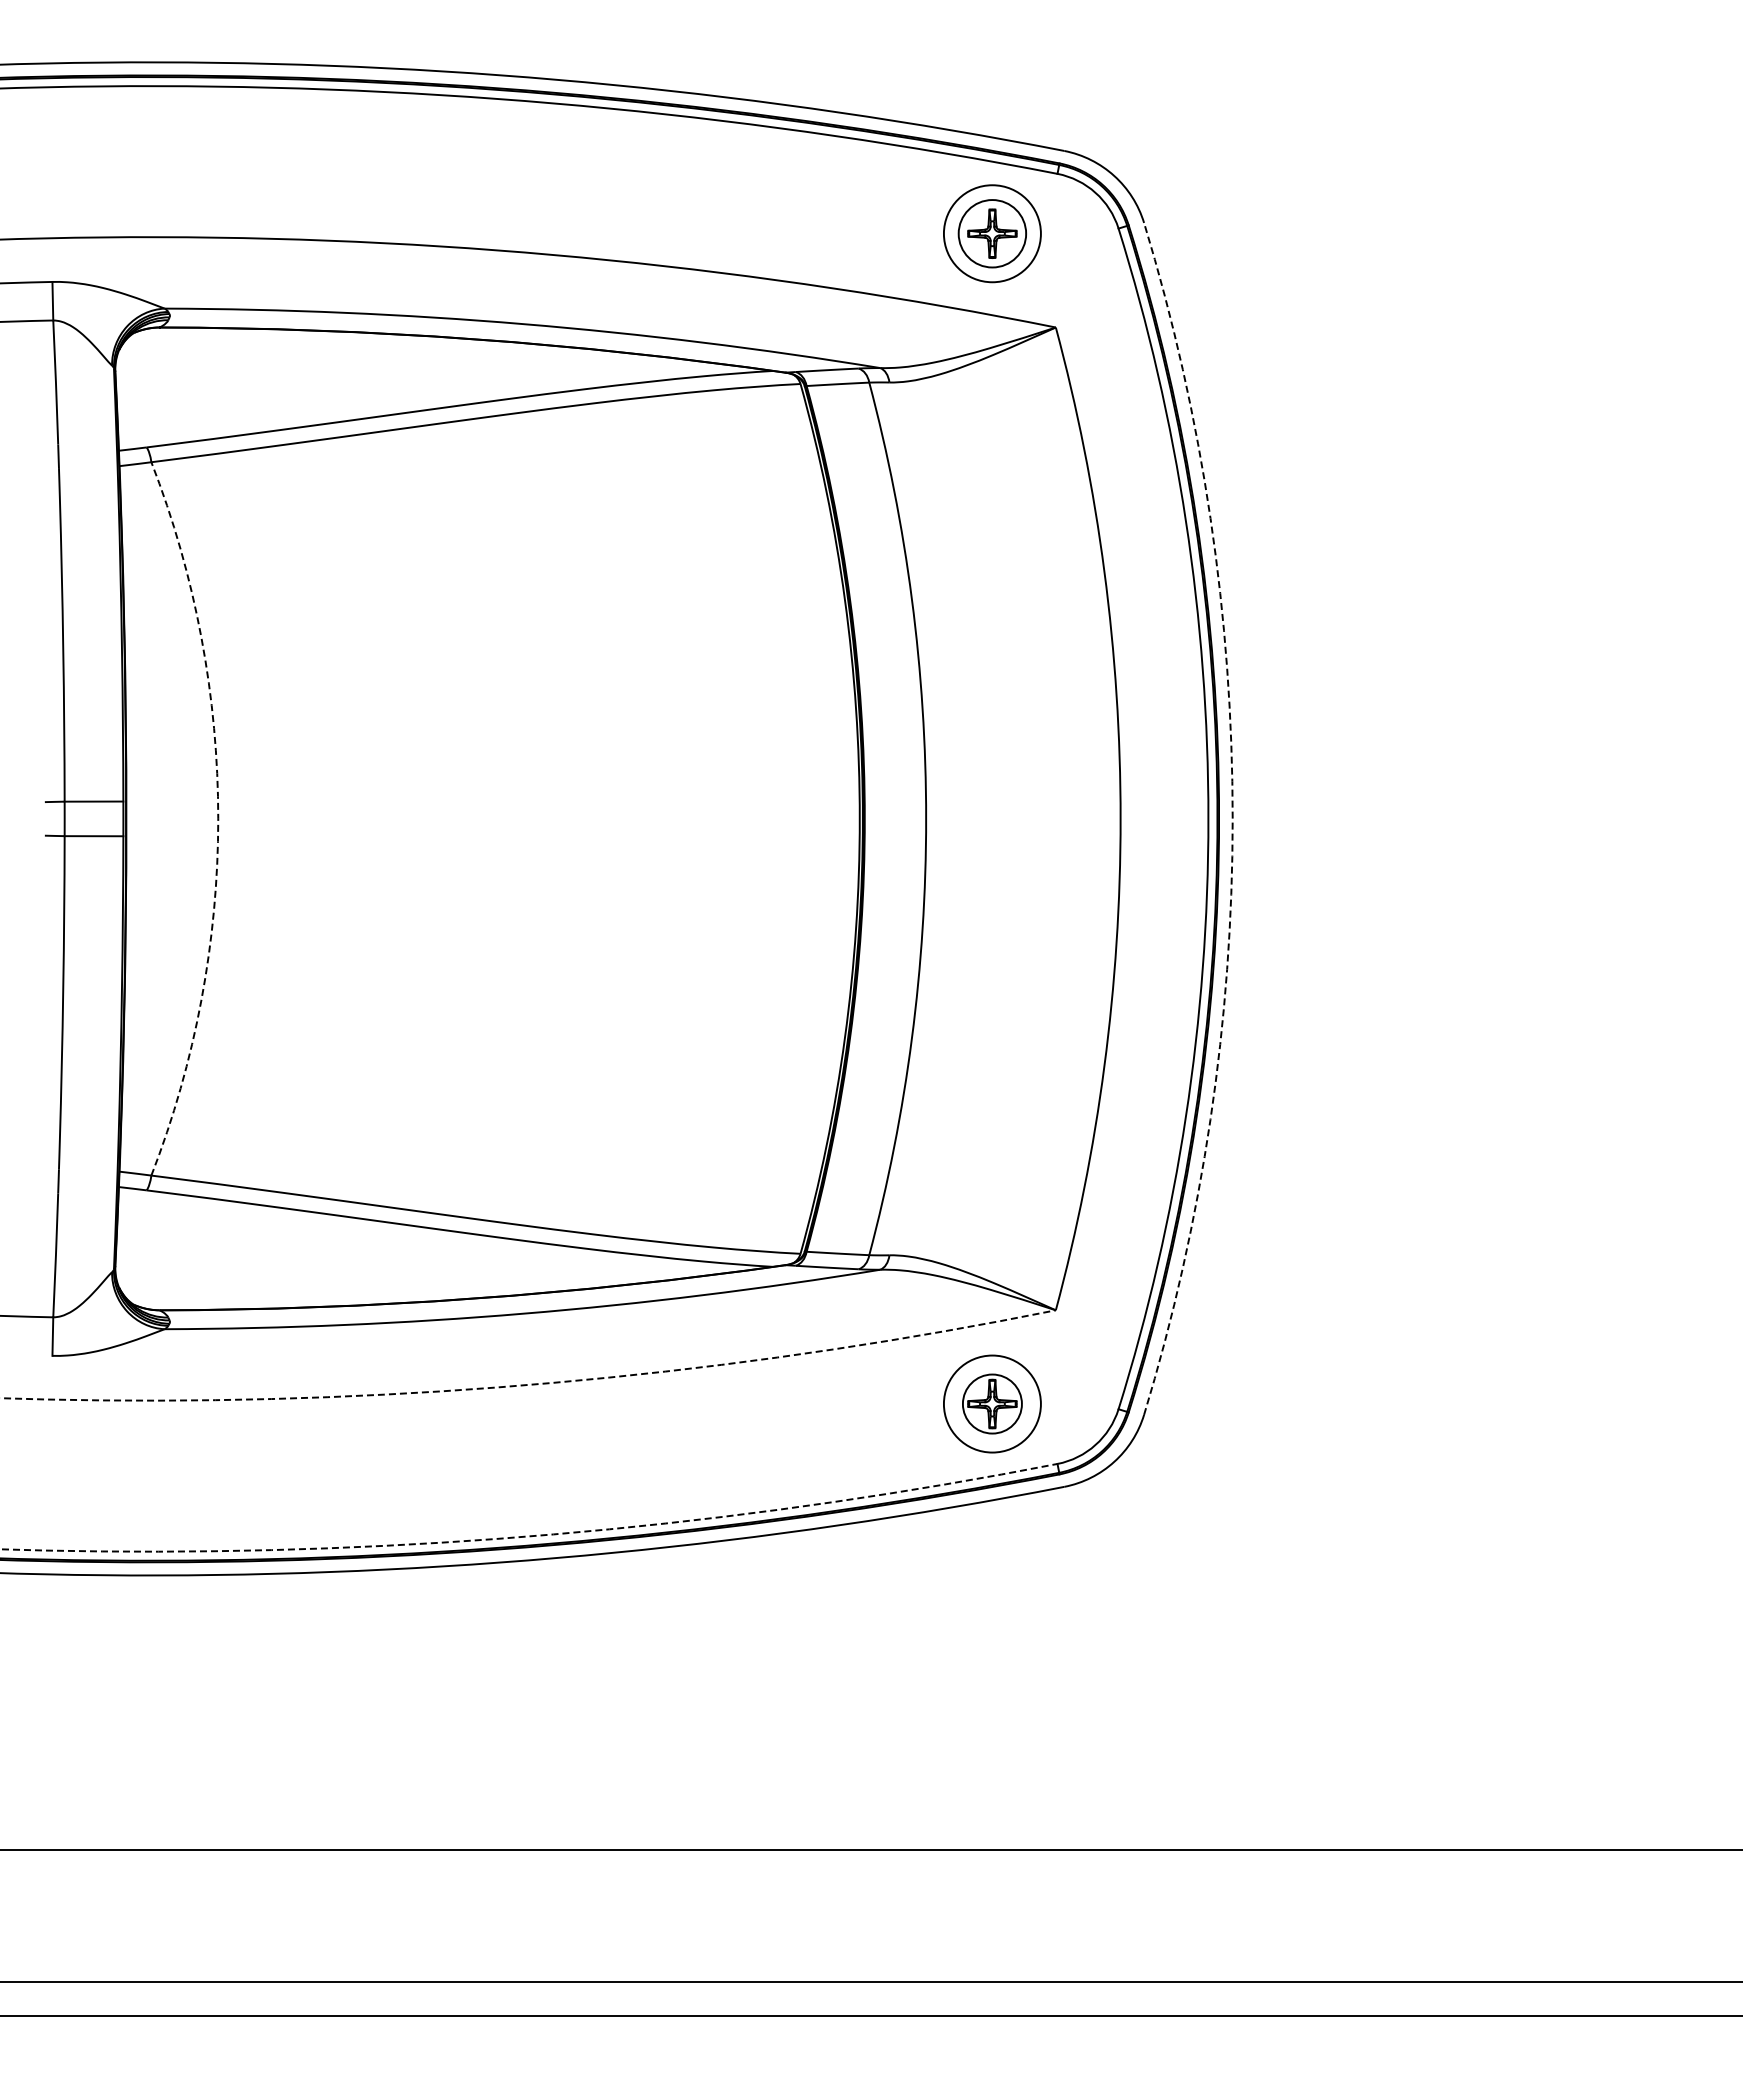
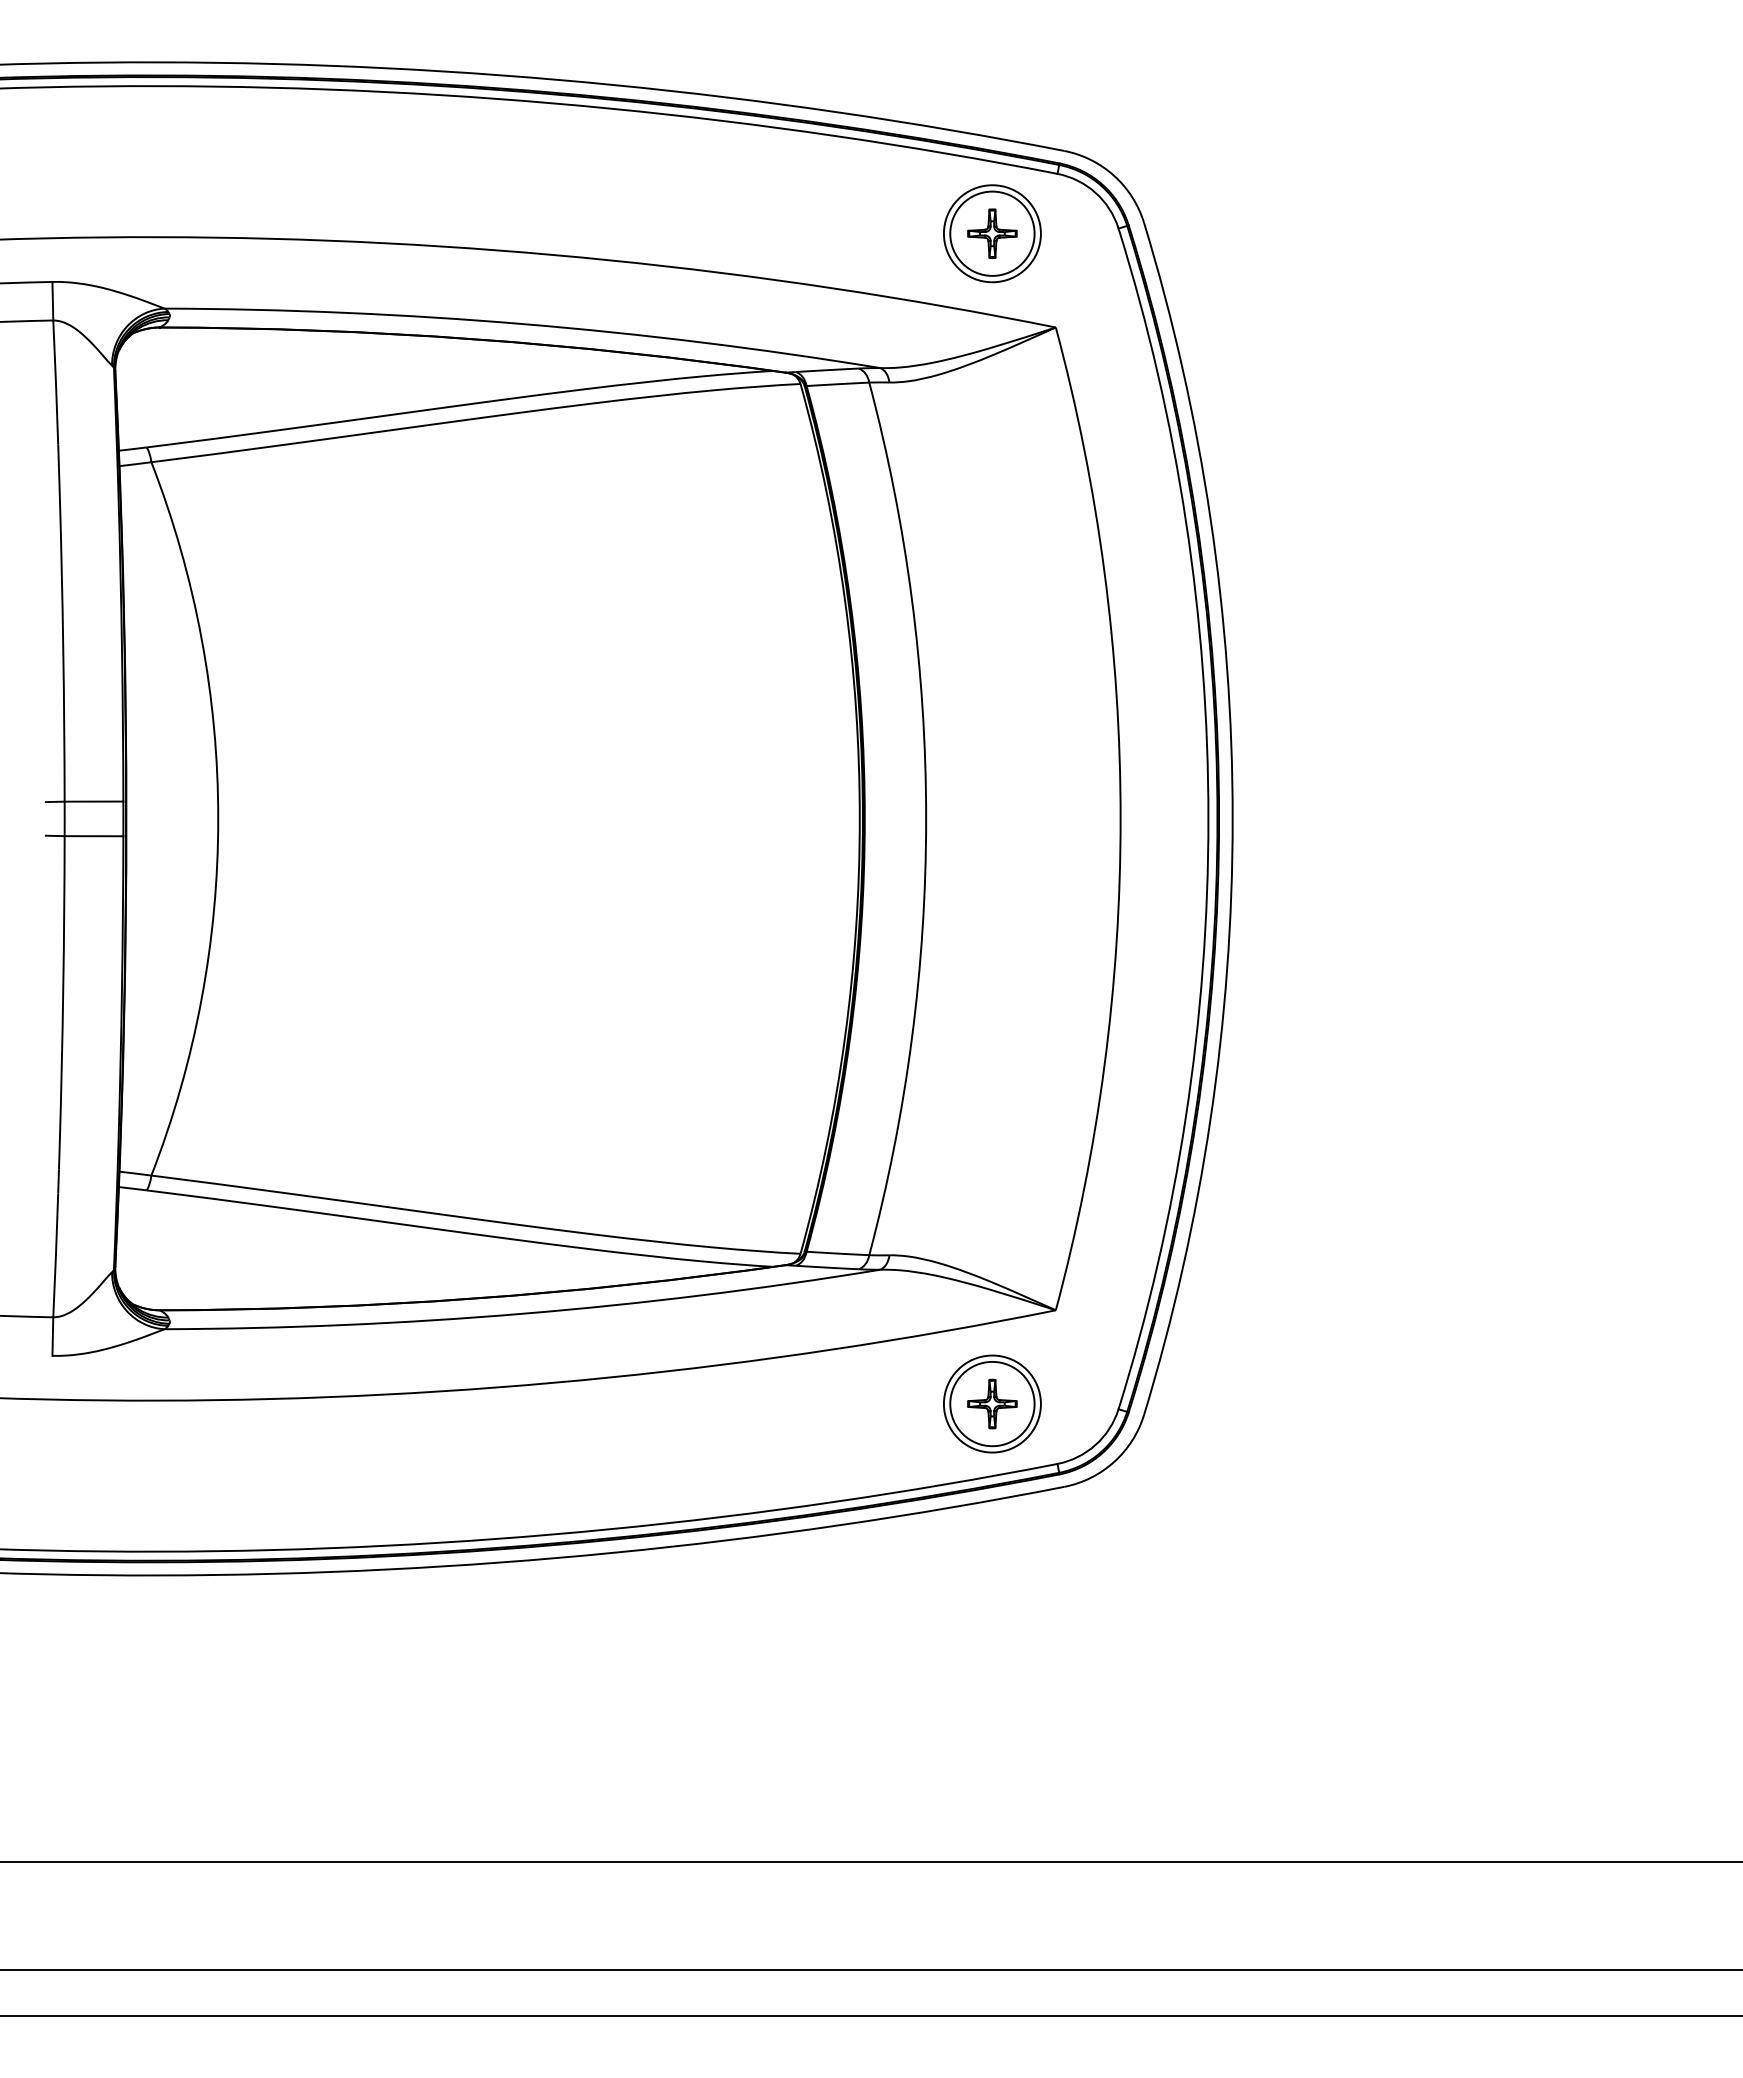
circle at (992, 233) diameter: 67 px -> 84 px
arc at (218, 818): dashed -> solid
arc at (1232, 818): dashed -> solid
arc at (530, 1384): dashed -> solid
circle at (991, 1403) diameter: 59 px -> 84 px
arc at (530, 1536): dashed -> solid
line at (870, 1849) position: (870, 1849) -> (870, 1861)
line at (870, 1982) position: (870, 1982) -> (870, 1970)
